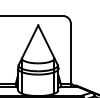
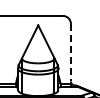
line at (70, 52): solid -> dashed
